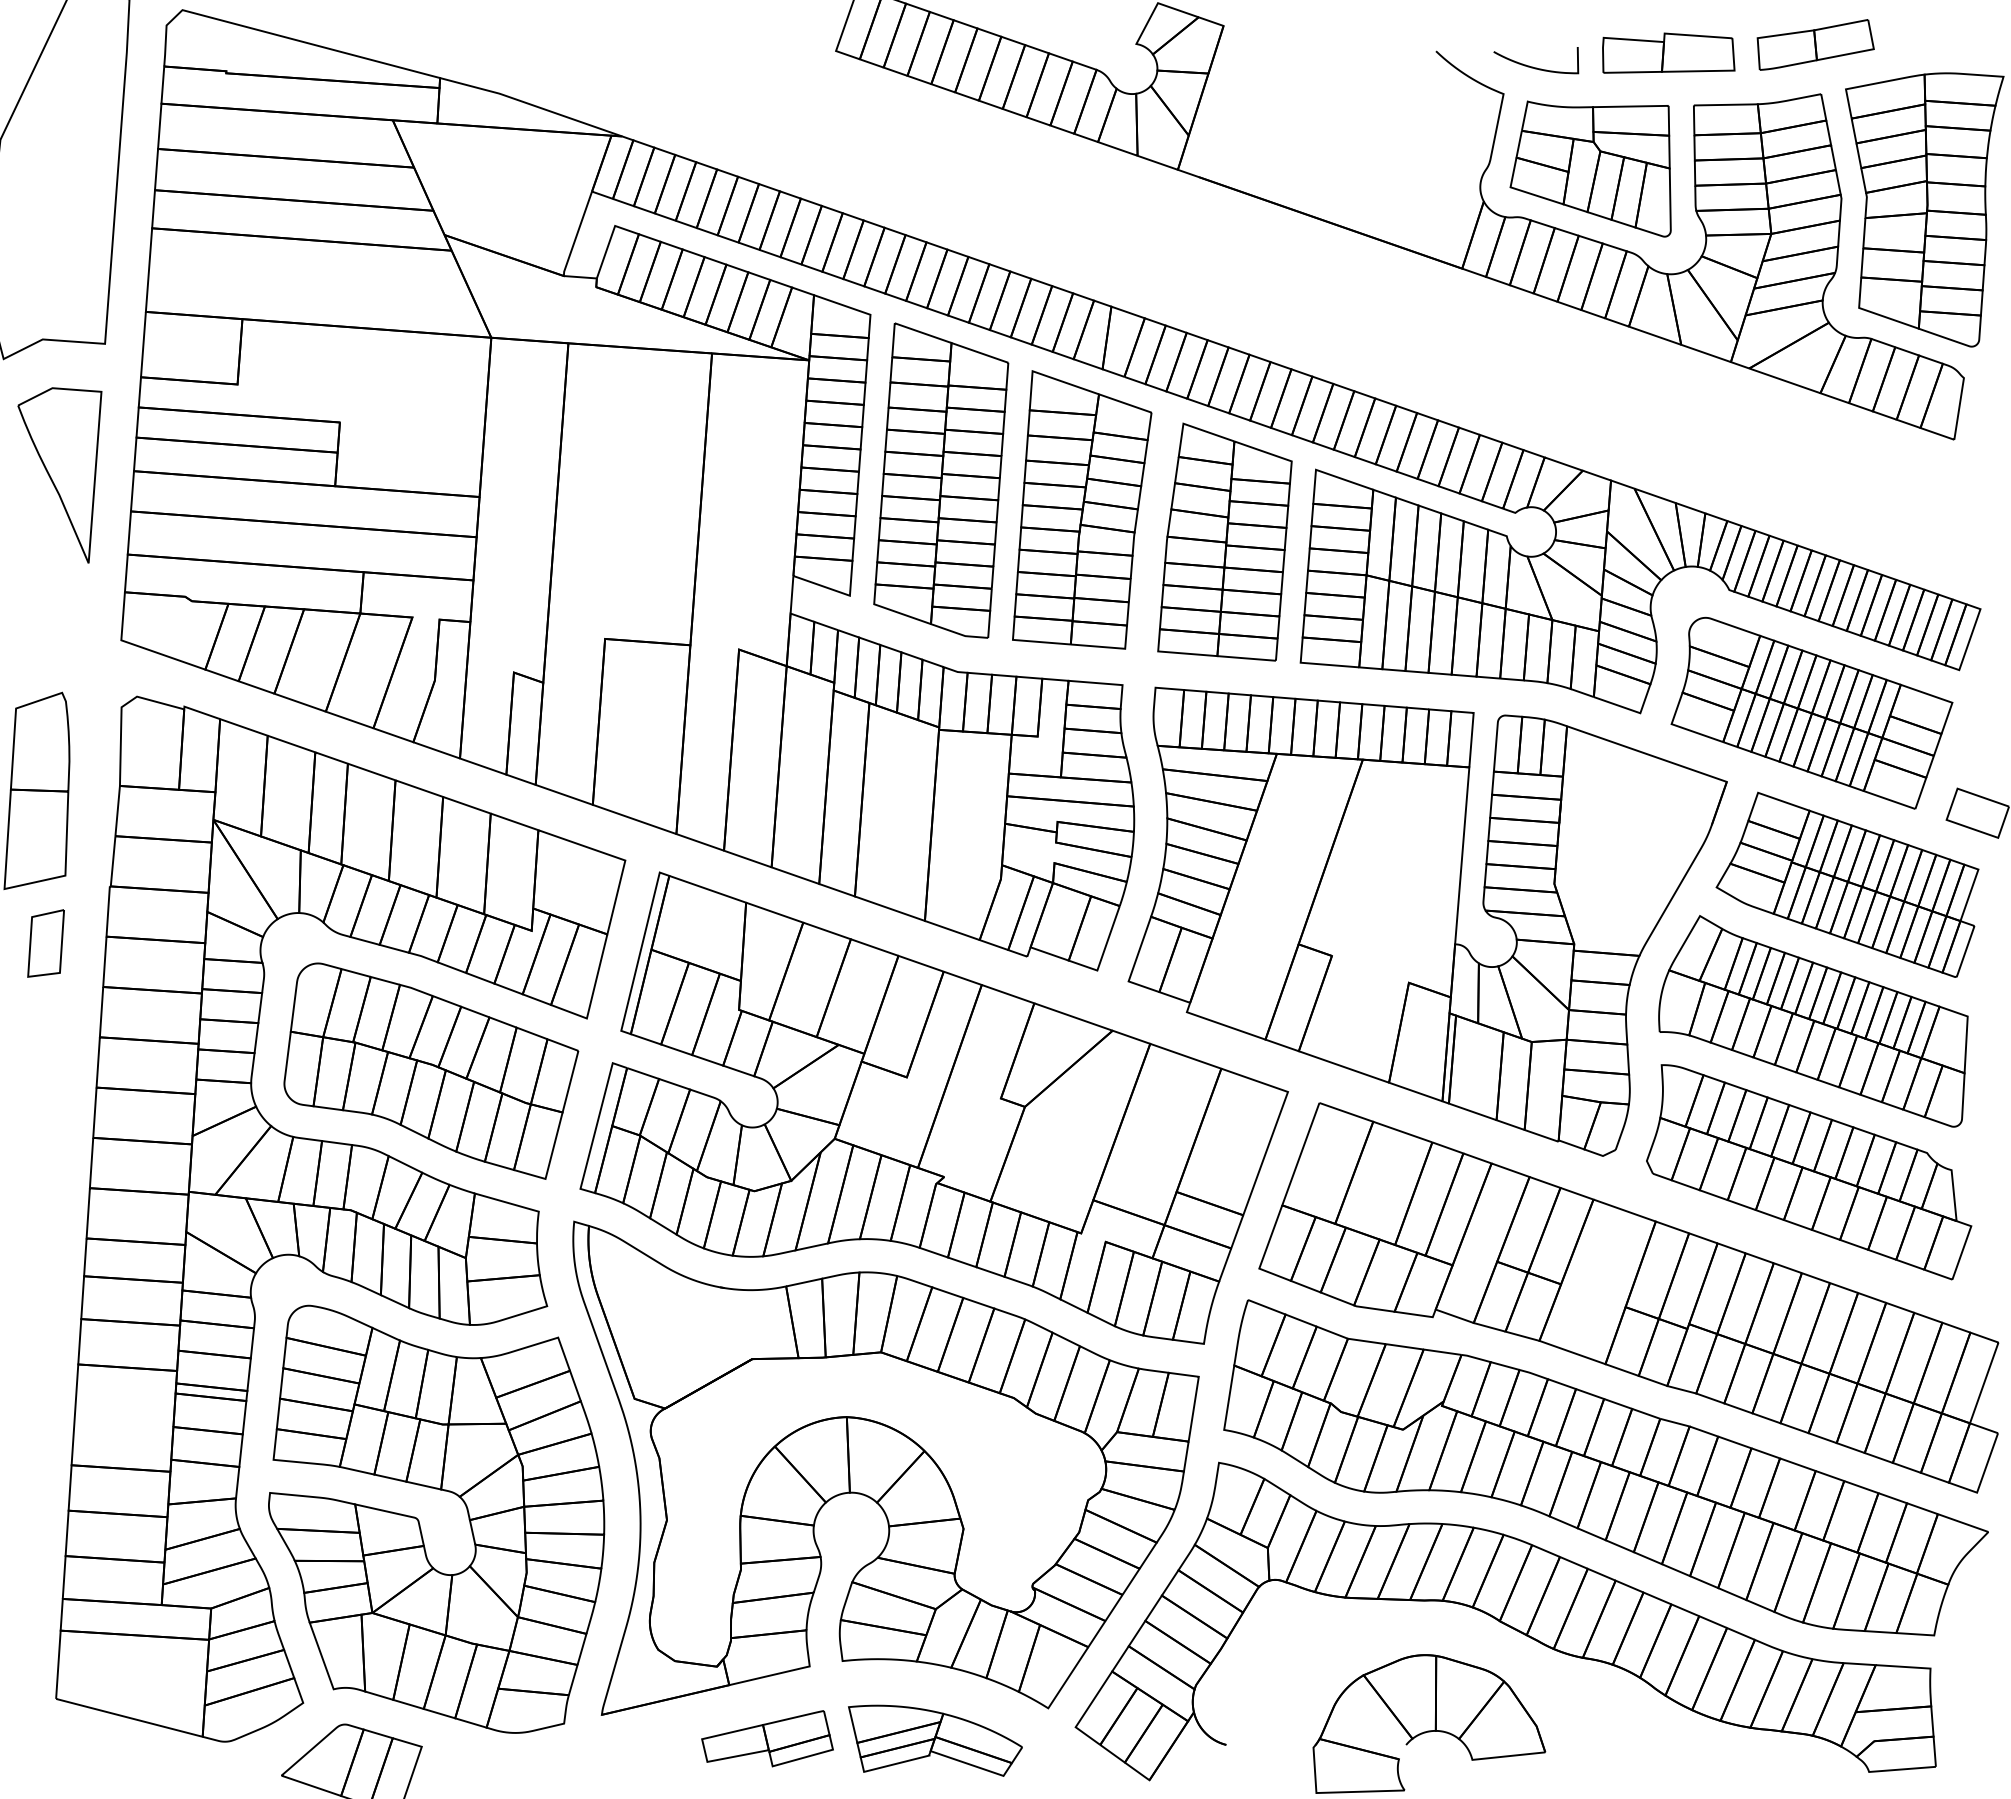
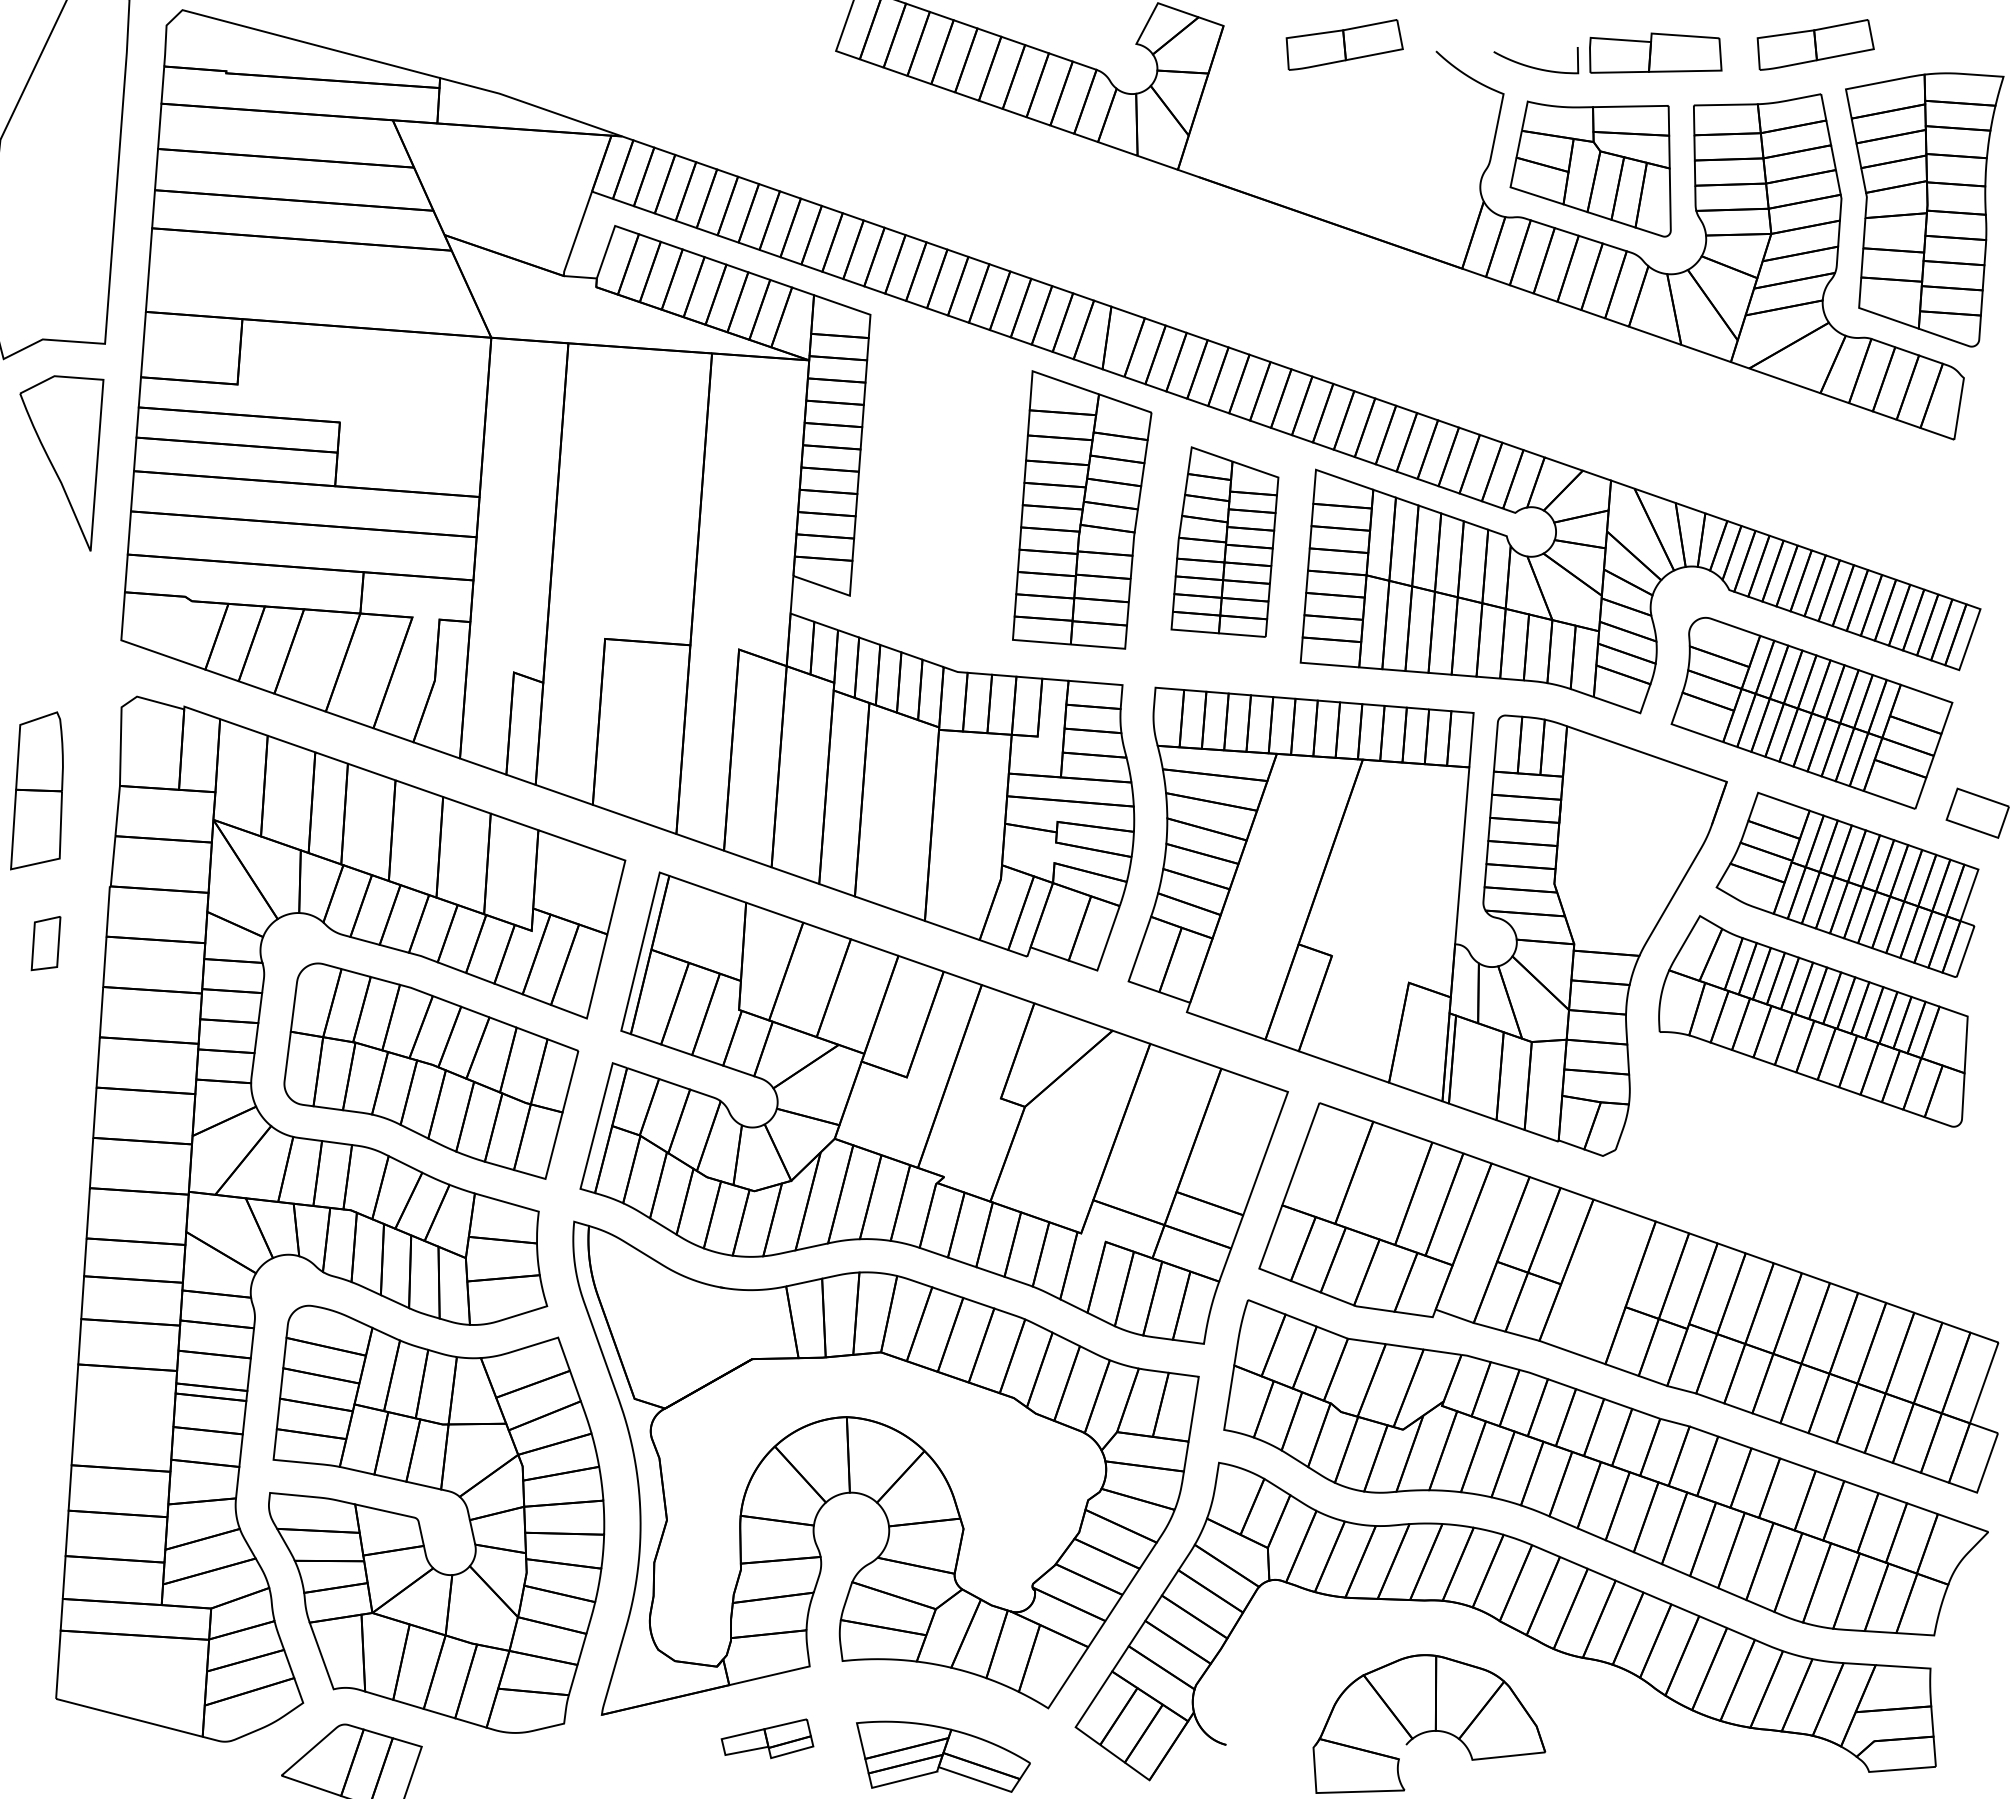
part at (1344, 44): none -> present
part at (1668, 52) position: (1668, 52) -> (1655, 52)
part at (59, 475) position: (59, 475) -> (61, 463)
part at (941, 480): present -> none
part at (1224, 541) size: 136x240 px -> 110x192 px
part at (36, 790) size: 68x199 px -> 54x160 px
part at (45, 943) size: 38x69 px -> 32x56 px
part at (1809, 1172): present -> none
part at (767, 1738) size: 133x58 px -> 95x42 px
part at (935, 1740) position: (935, 1740) -> (943, 1756)
